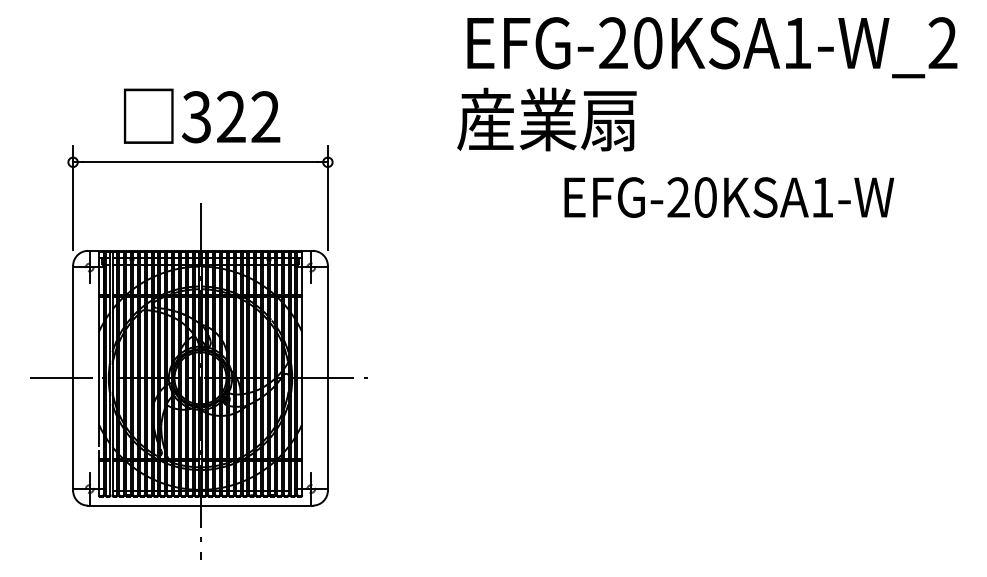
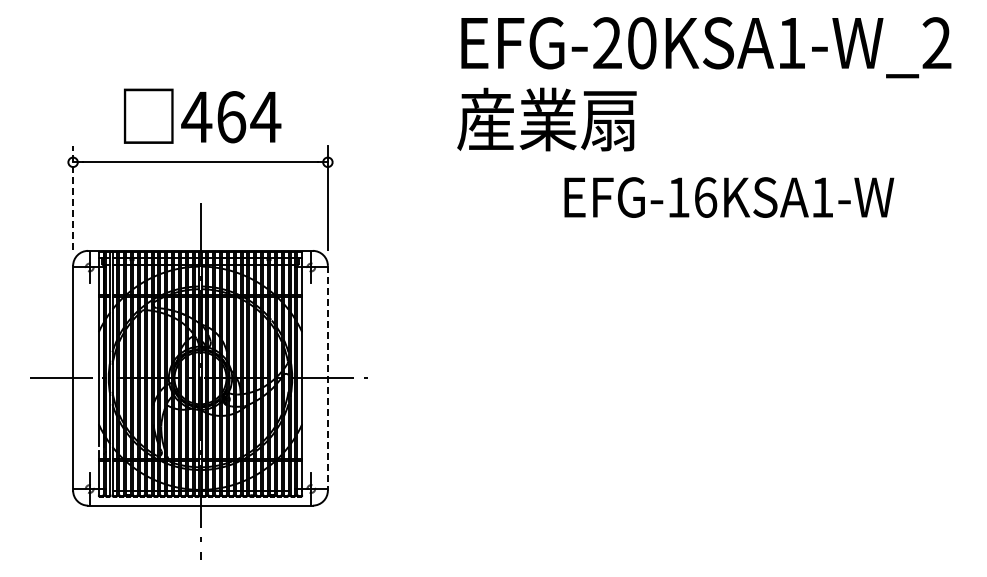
text at (712, 47) position: (712, 47) -> (706, 47)
text at (231, 117): 322 -> 464
text at (692, 197): EFG-20KSA1-W -> EFG-16KSA1-W
line at (73, 198): solid -> dashed
line at (327, 378): solid -> dashed
